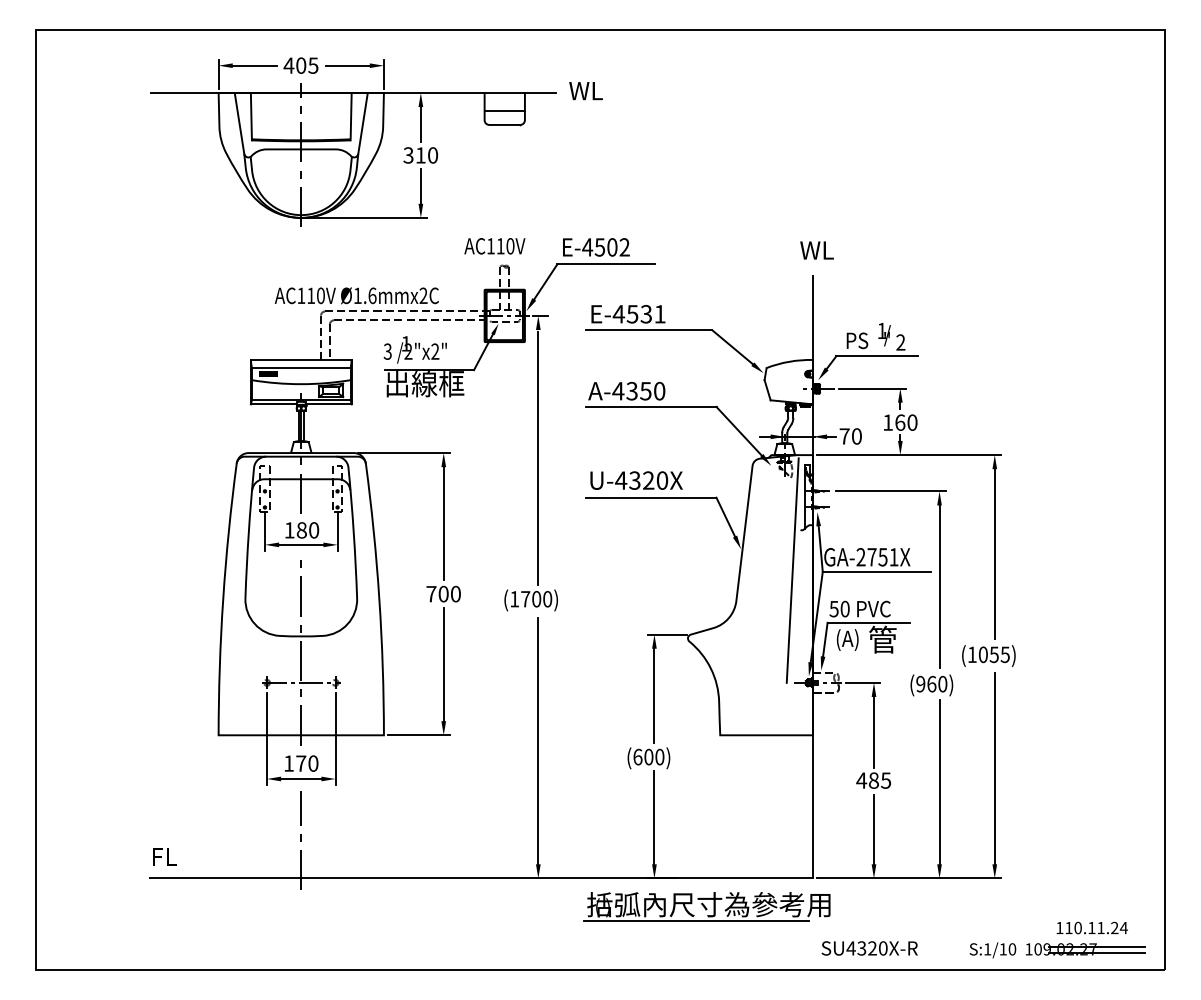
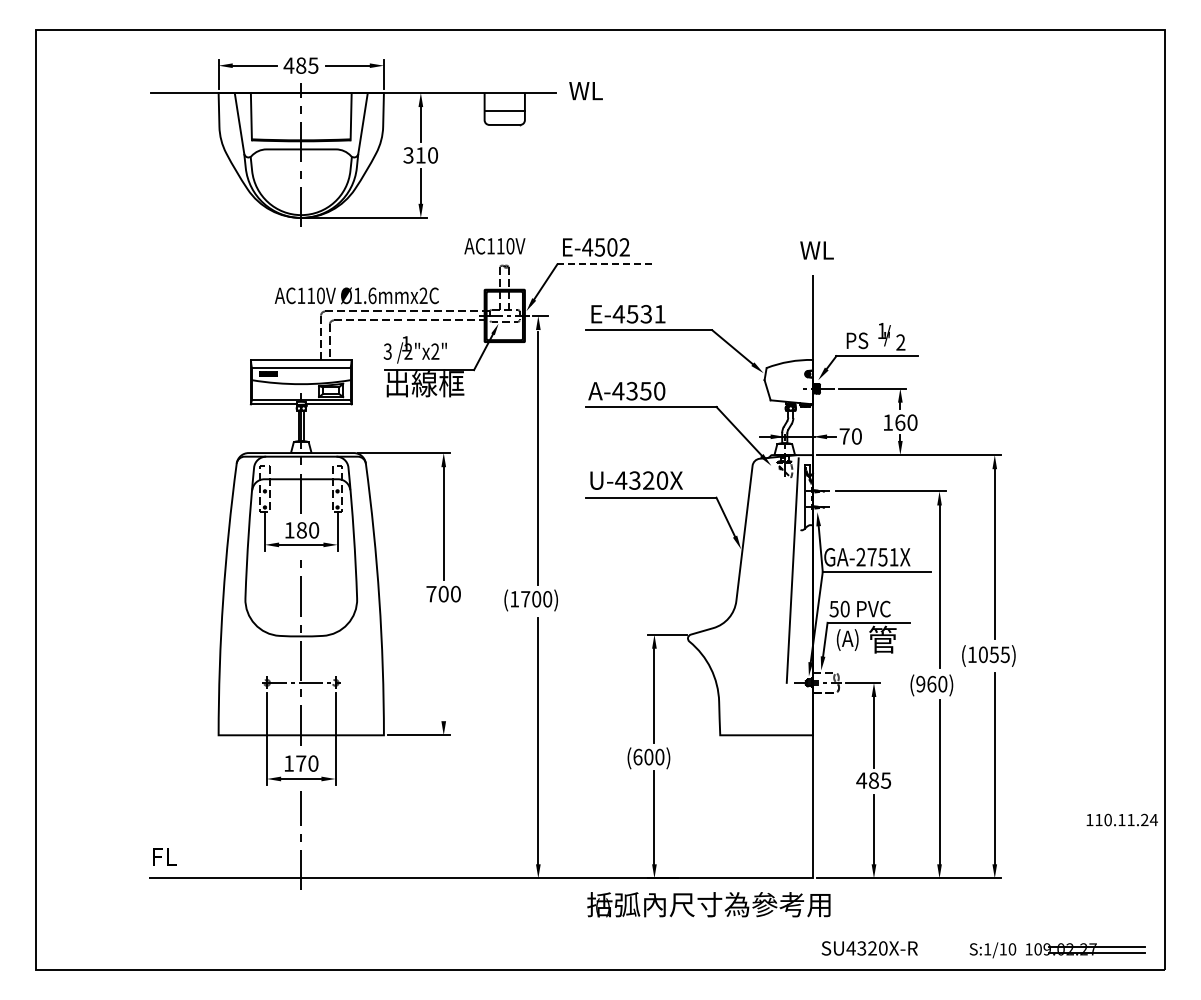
text at (301, 65): 405 -> 485
line at (606, 264): solid -> dashed
line at (443, 664): present -> none
line at (695, 920): present -> none
text at (1091, 927) position: (1091, 927) -> (1121, 819)
